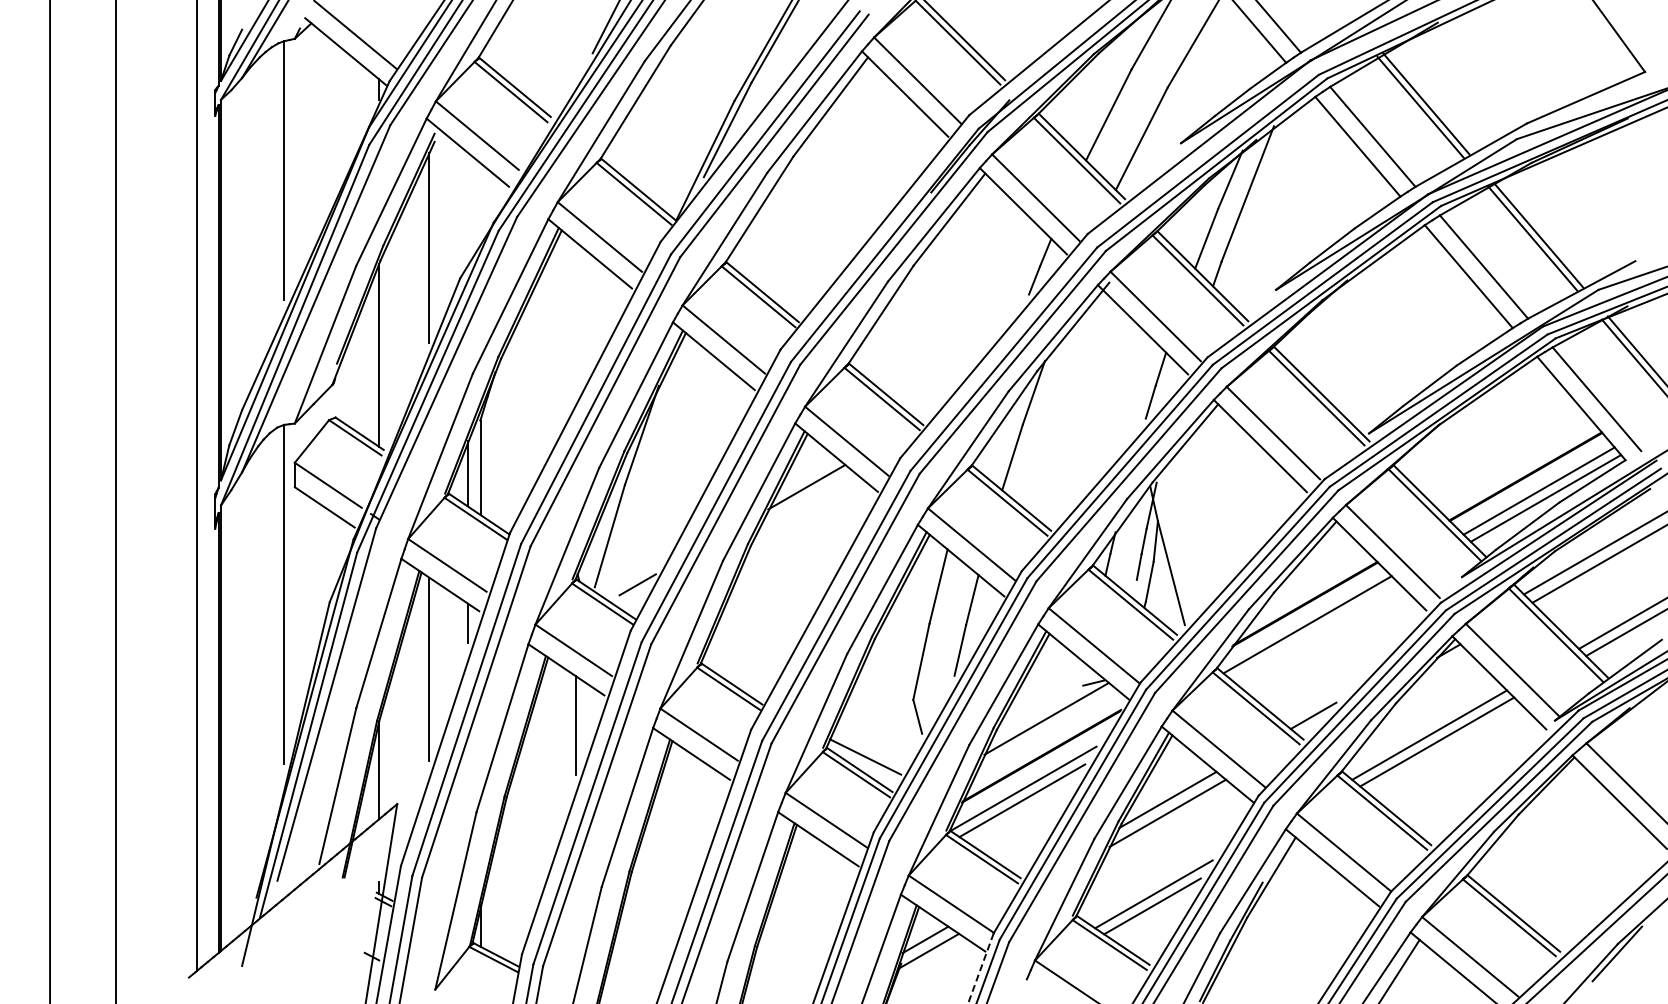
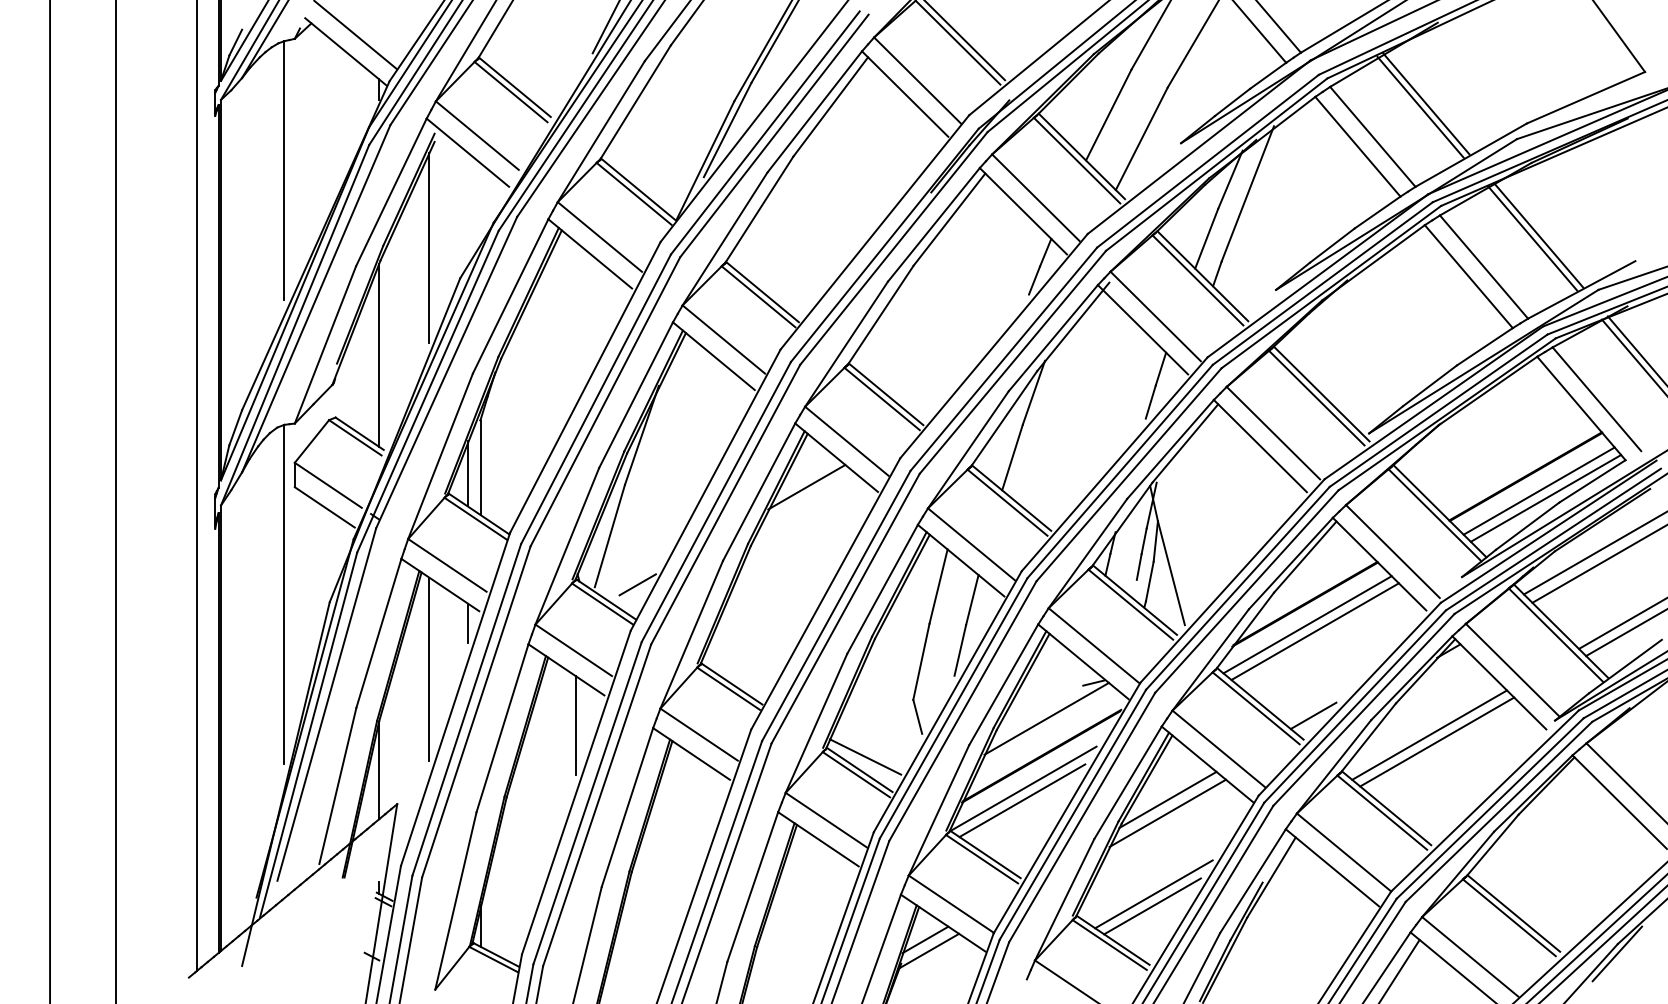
line at (1314, 631): none -> present
line at (1603, 944): none -> present
line at (980, 969): dashed -> solid
